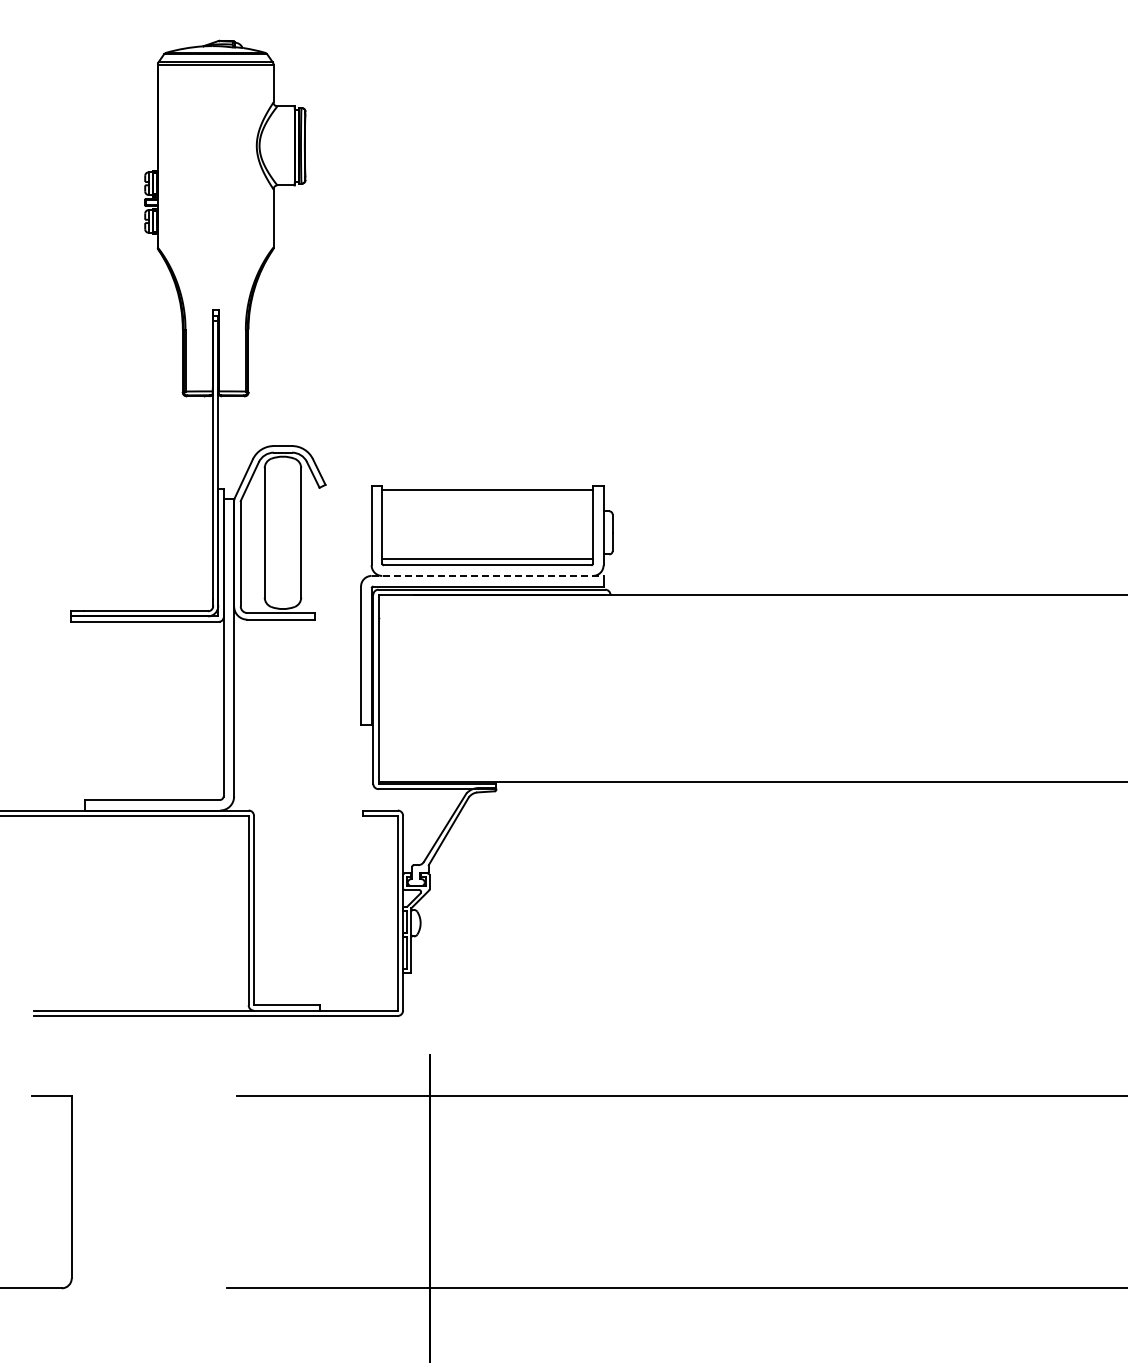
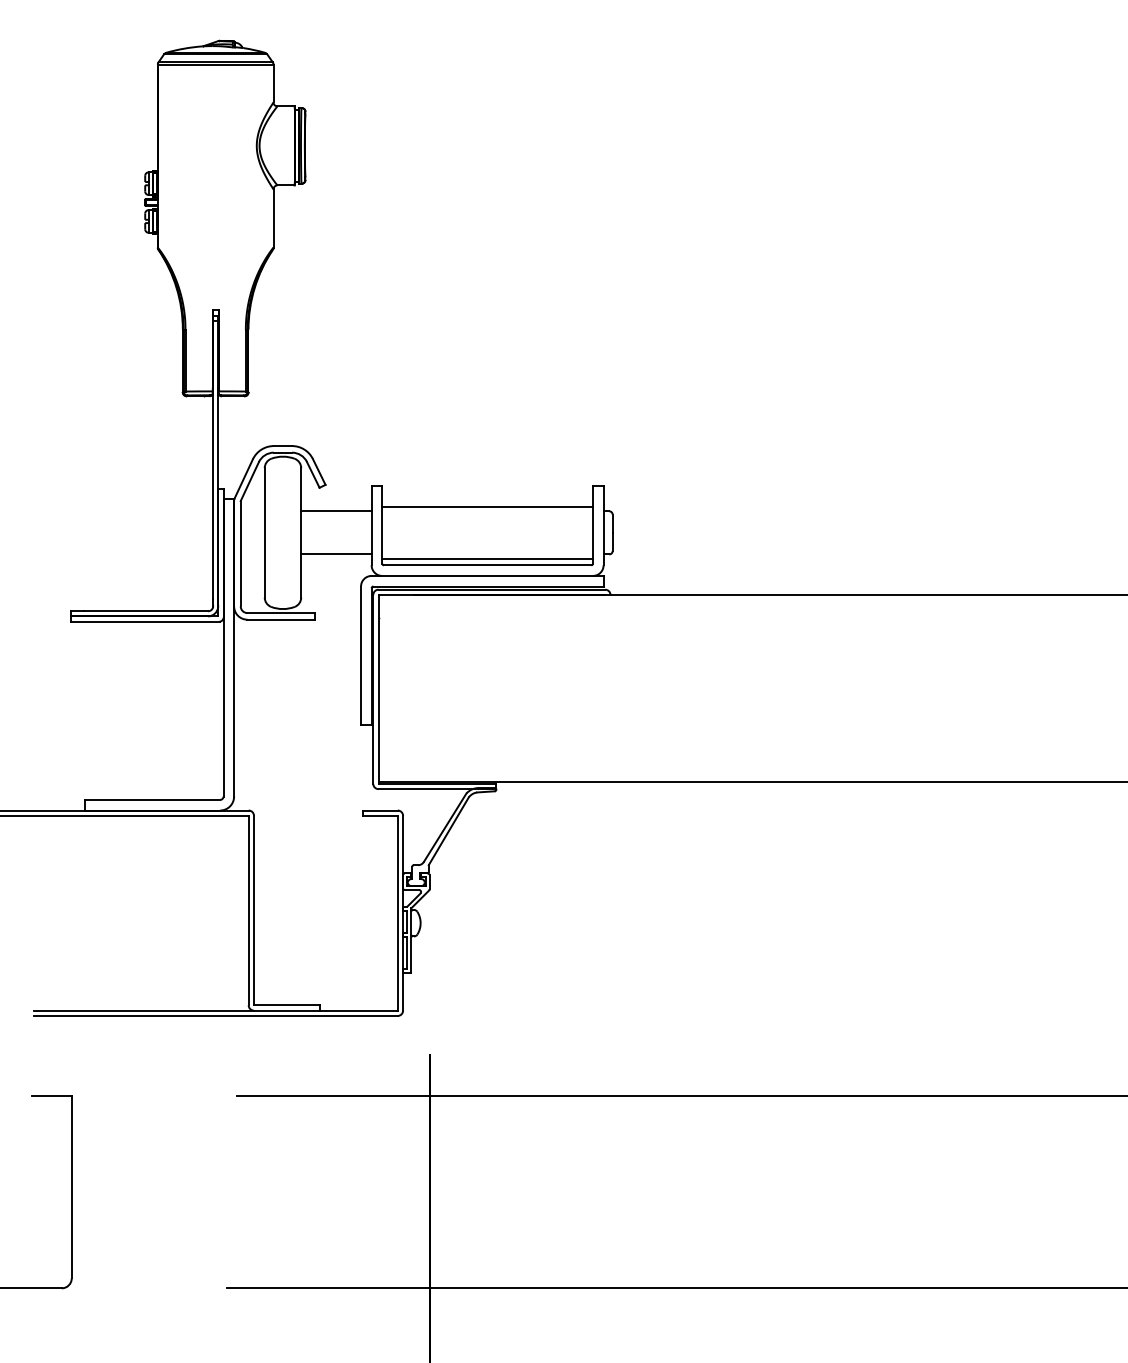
line at (487, 489) position: (487, 489) -> (487, 506)
line at (336, 511): none -> present
line at (336, 554): none -> present
line at (487, 575): dashed -> solid
